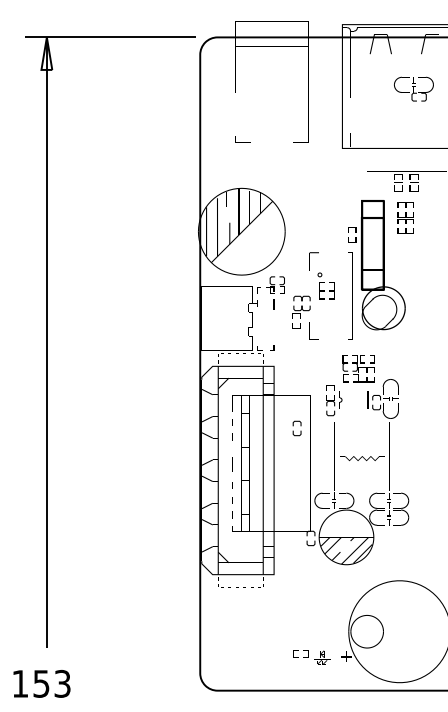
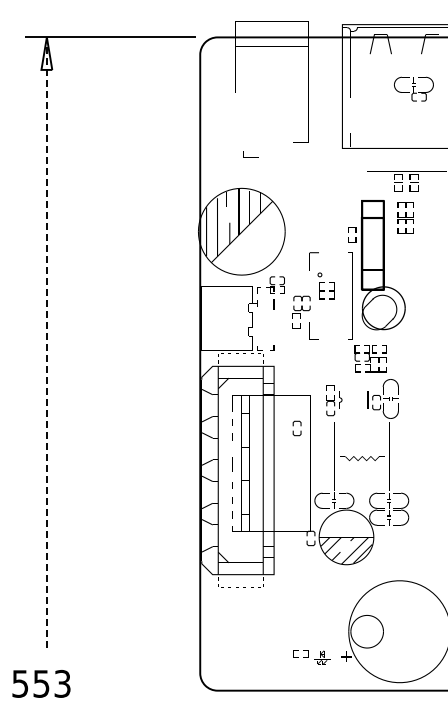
part at (242, 139) position: (242, 139) -> (250, 154)
line at (46, 342): solid -> dashed
part at (358, 368) position: (358, 368) -> (370, 358)
text at (20, 683): 153 -> 553
